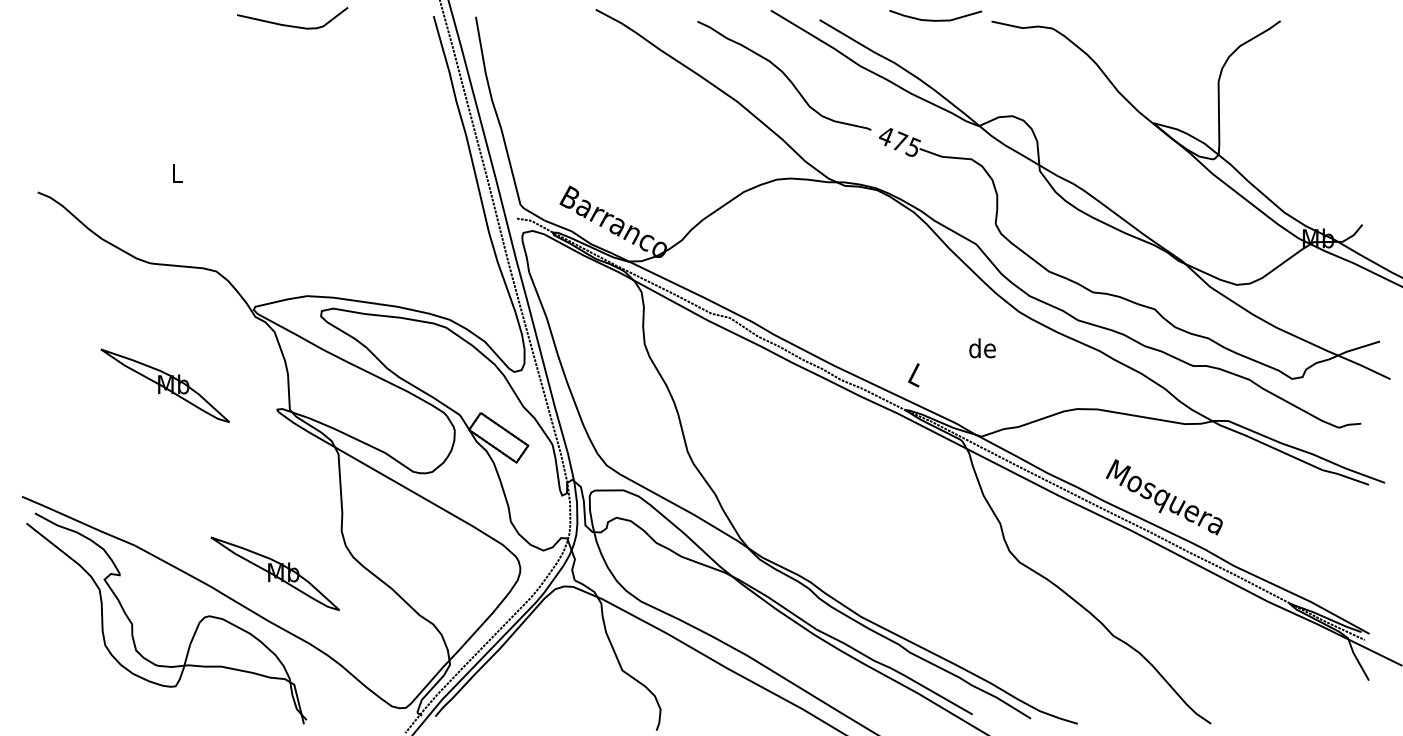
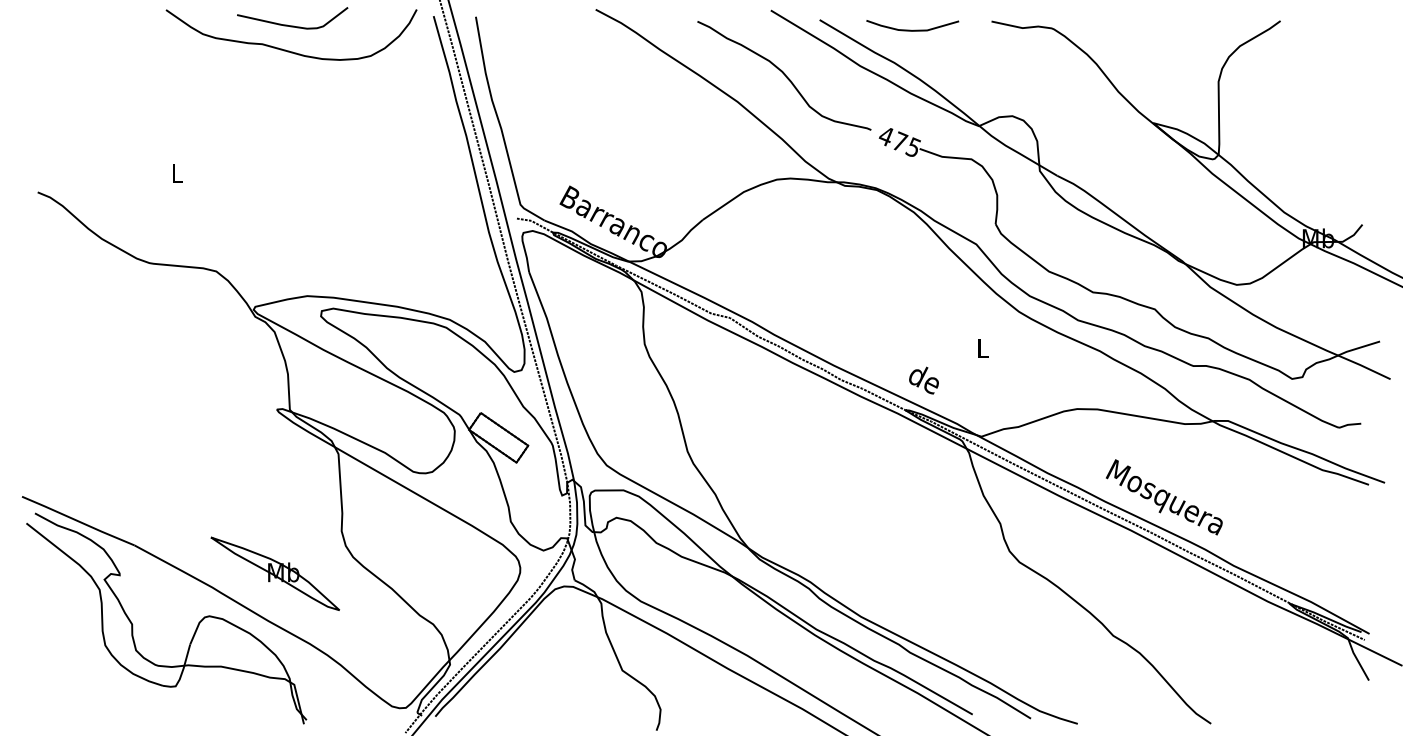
curve at (936, 19) position: (936, 19) -> (913, 29)
curve at (289, 50): none -> present
text at (982, 348): de -> L
text at (923, 378): L -> de
part at (164, 385): present -> none
